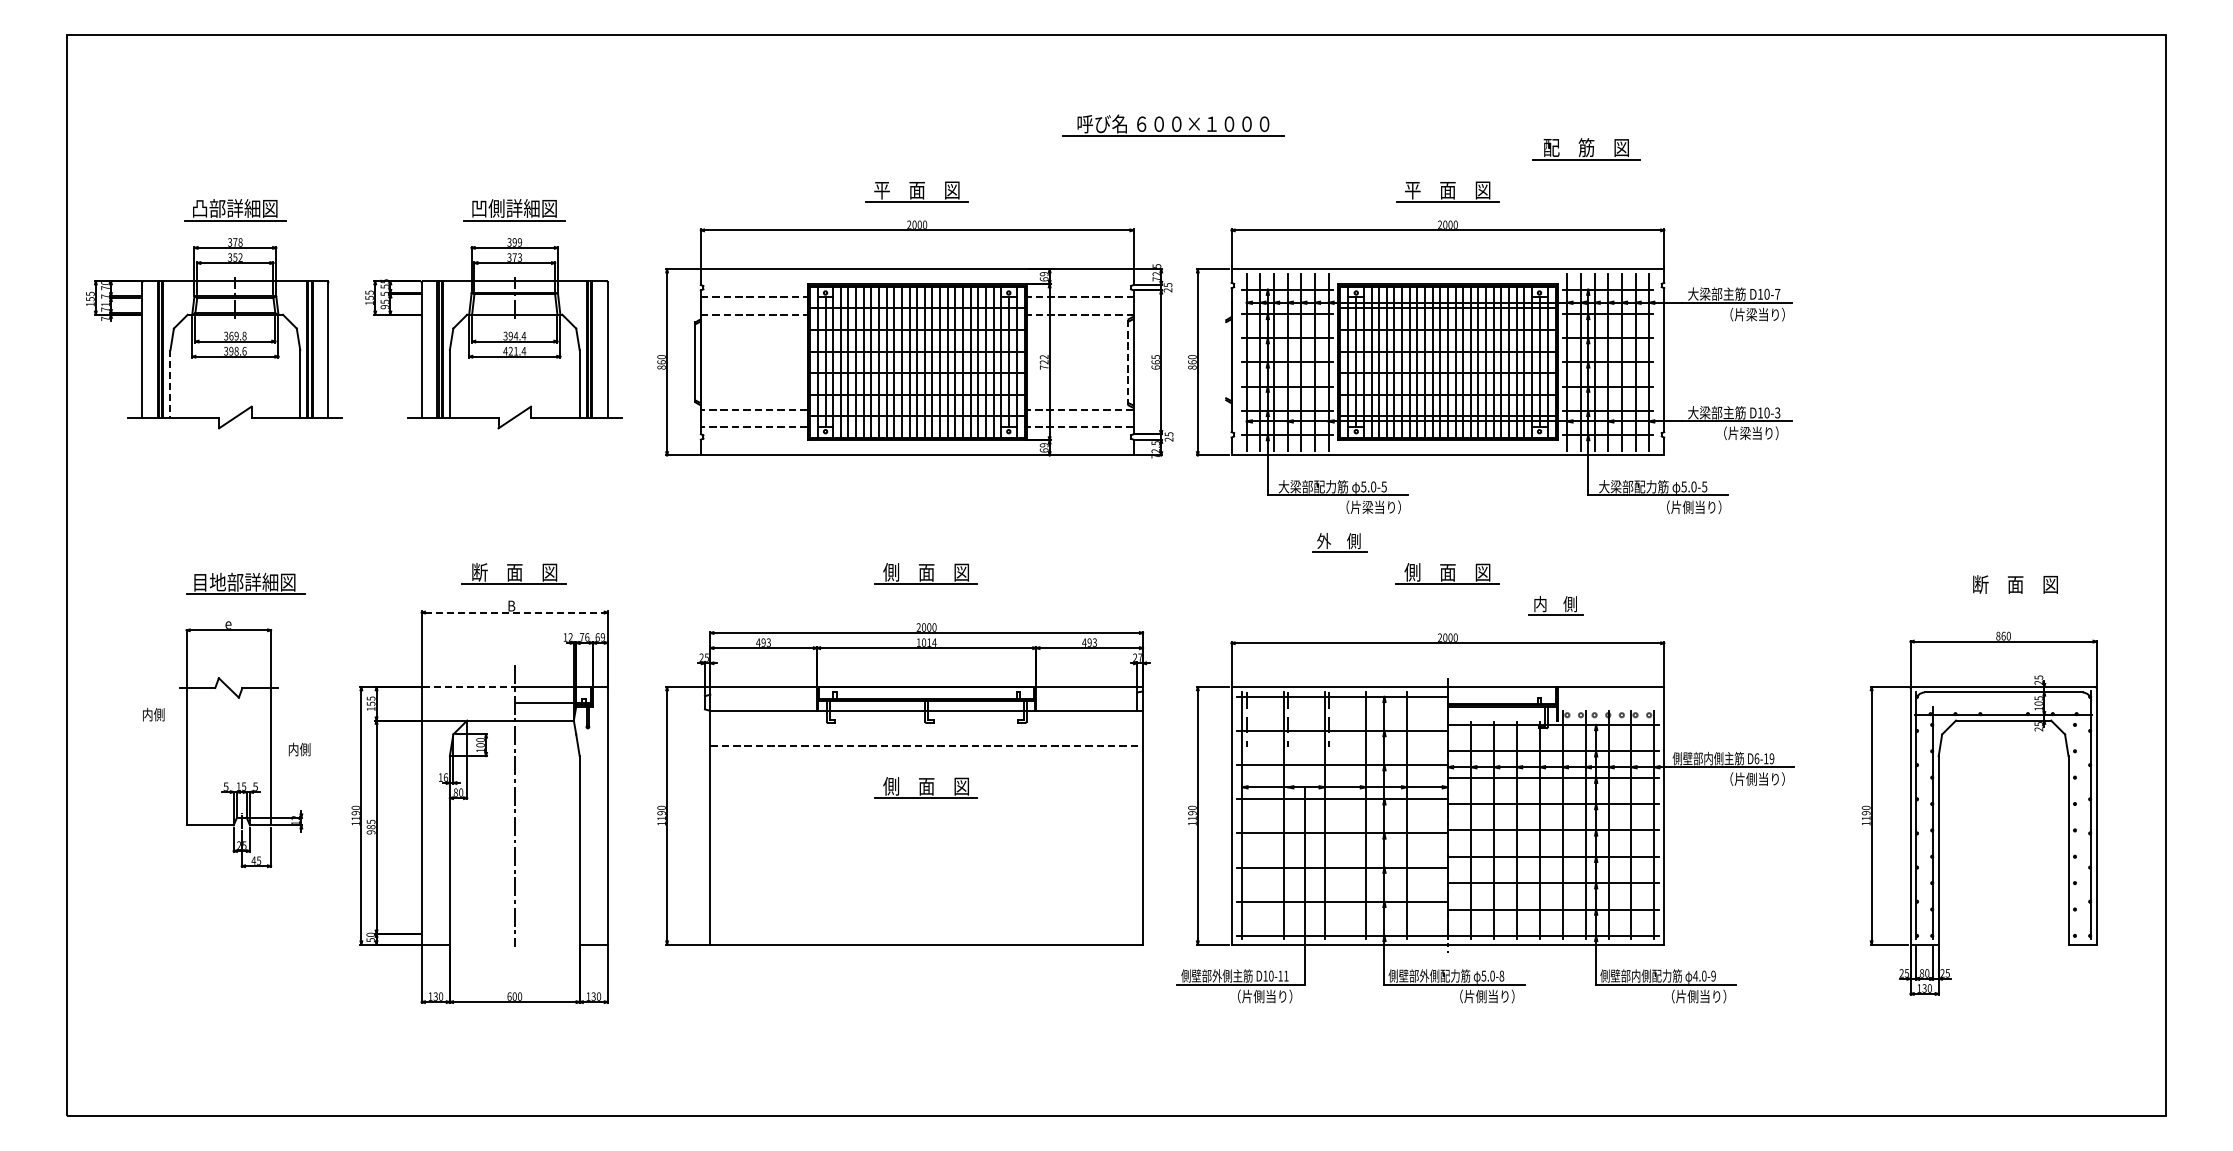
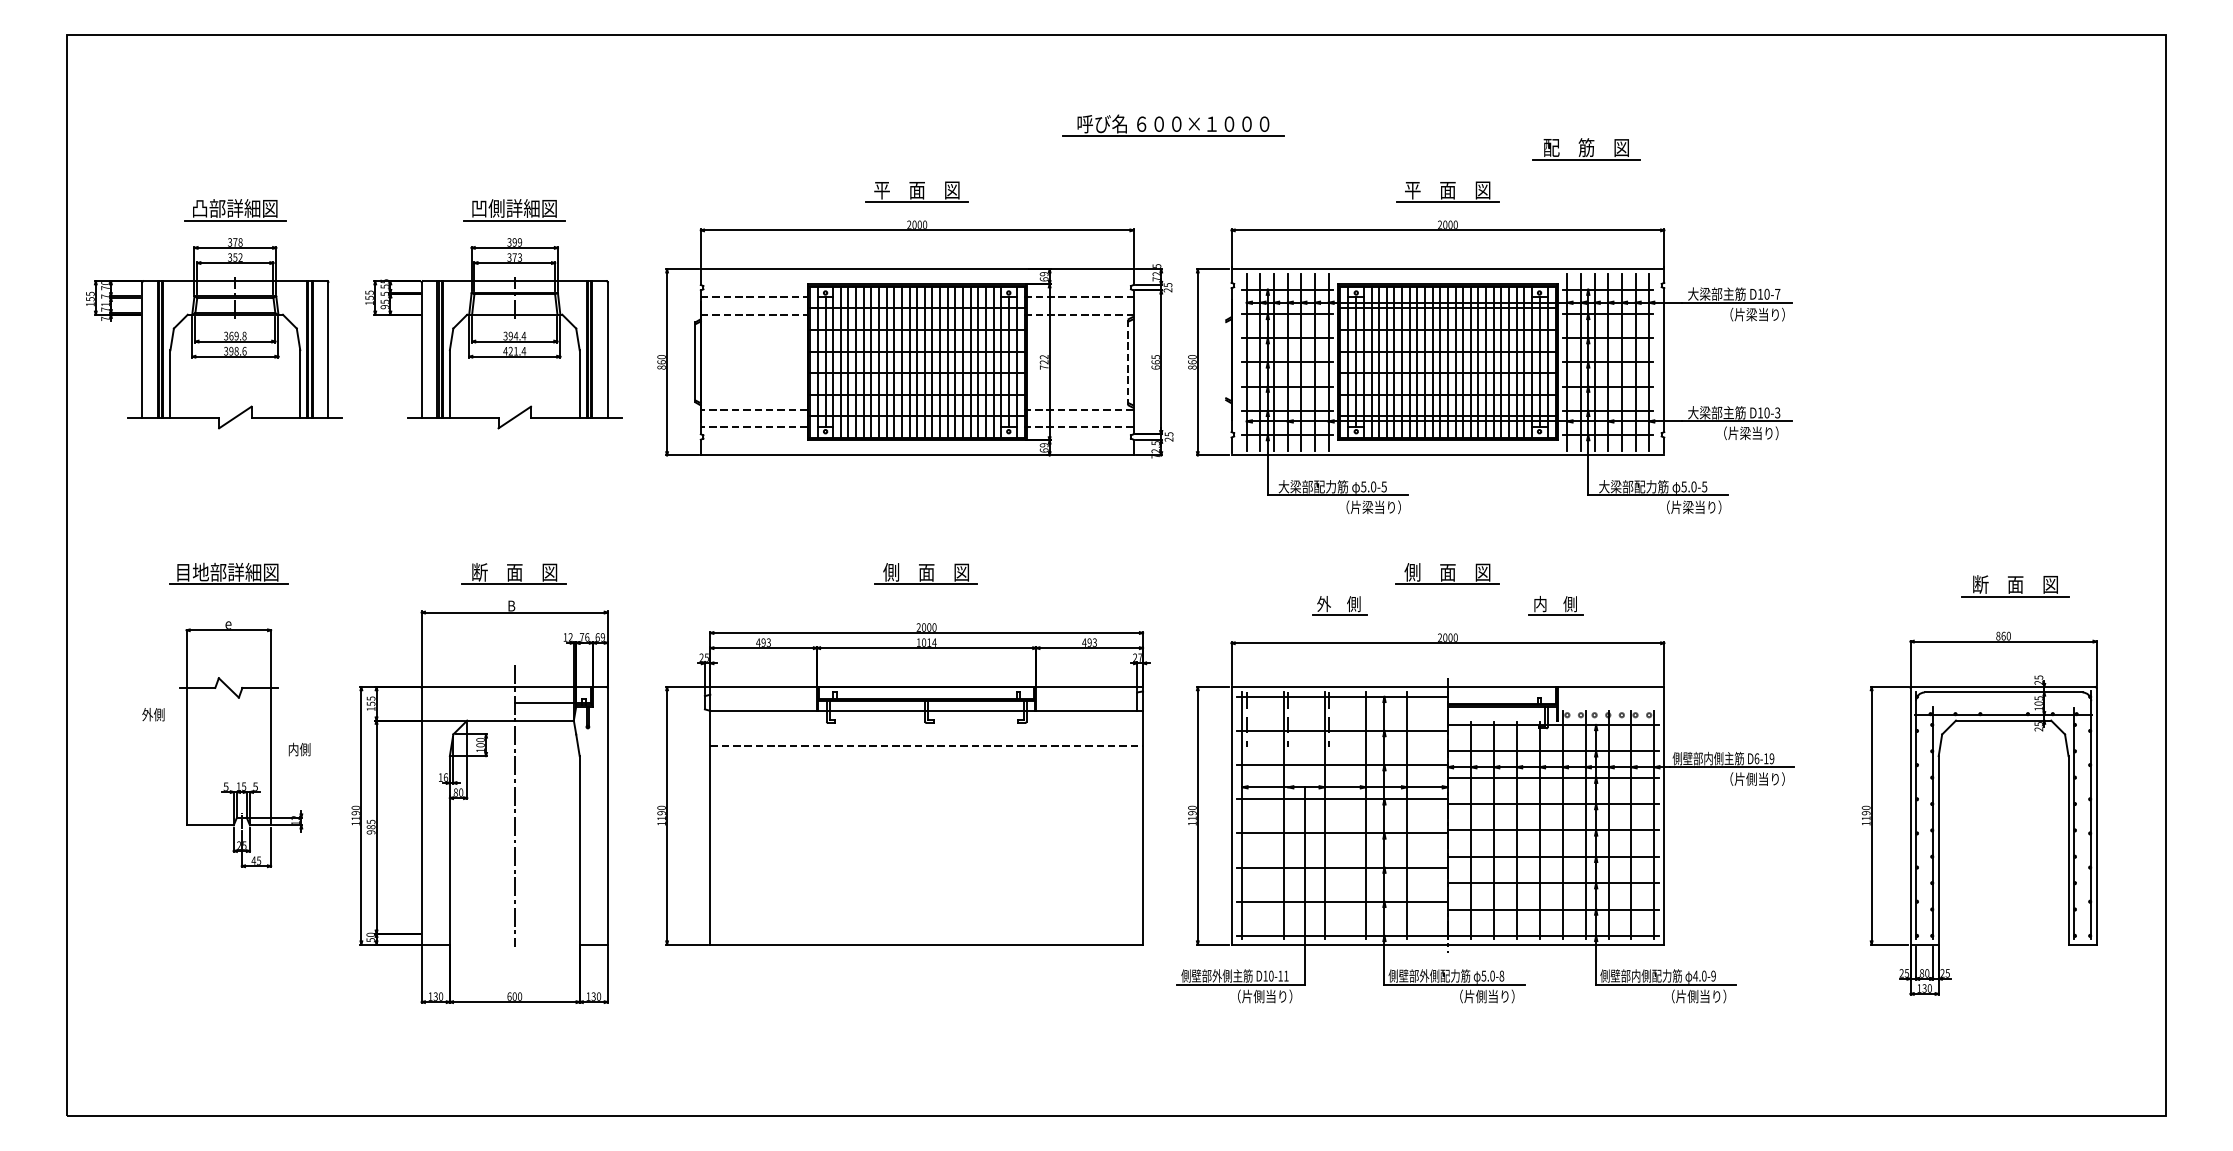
line at (170, 383): dashed -> solid
text at (1687, 506): （片側当り） -> （片梁当り）
part at (1347, 541) position: (1347, 541) -> (1347, 604)
part at (245, 583) position: (245, 583) -> (228, 573)
line at (2015, 596): none -> present
line at (514, 612): dashed -> solid
line at (469, 687): dashed -> solid
text at (147, 714): 内側 -> 外側
part at (925, 787): present -> none
line at (2073, 823): none -> present
